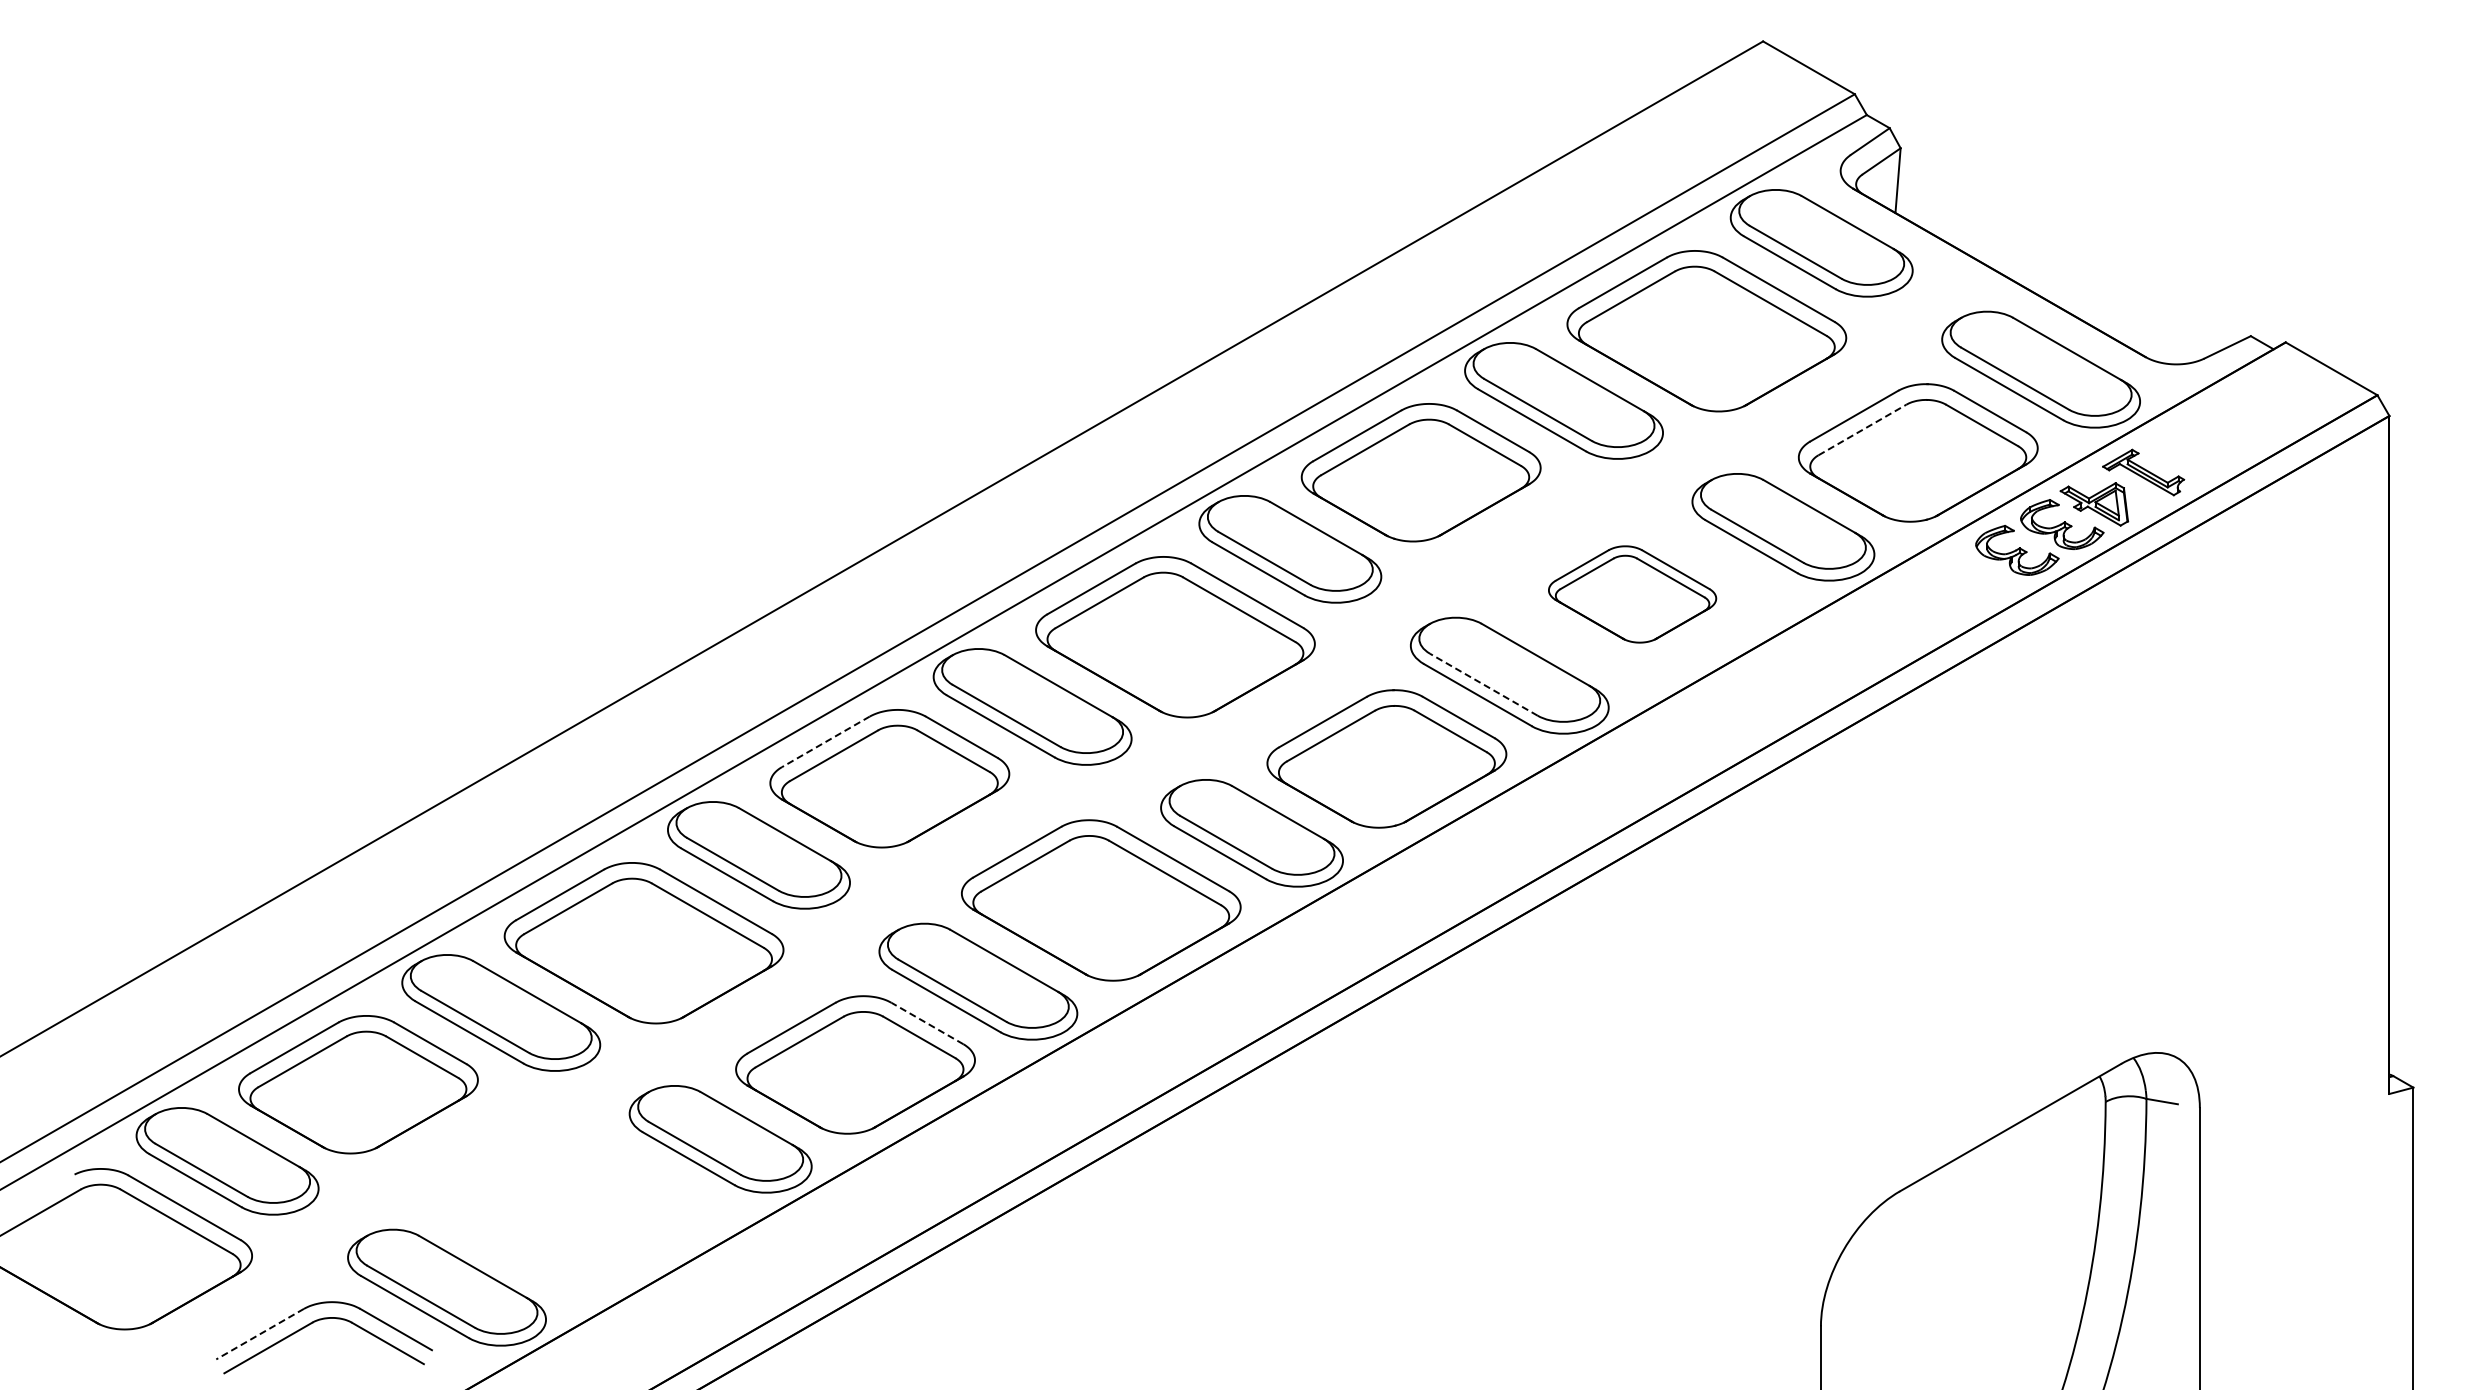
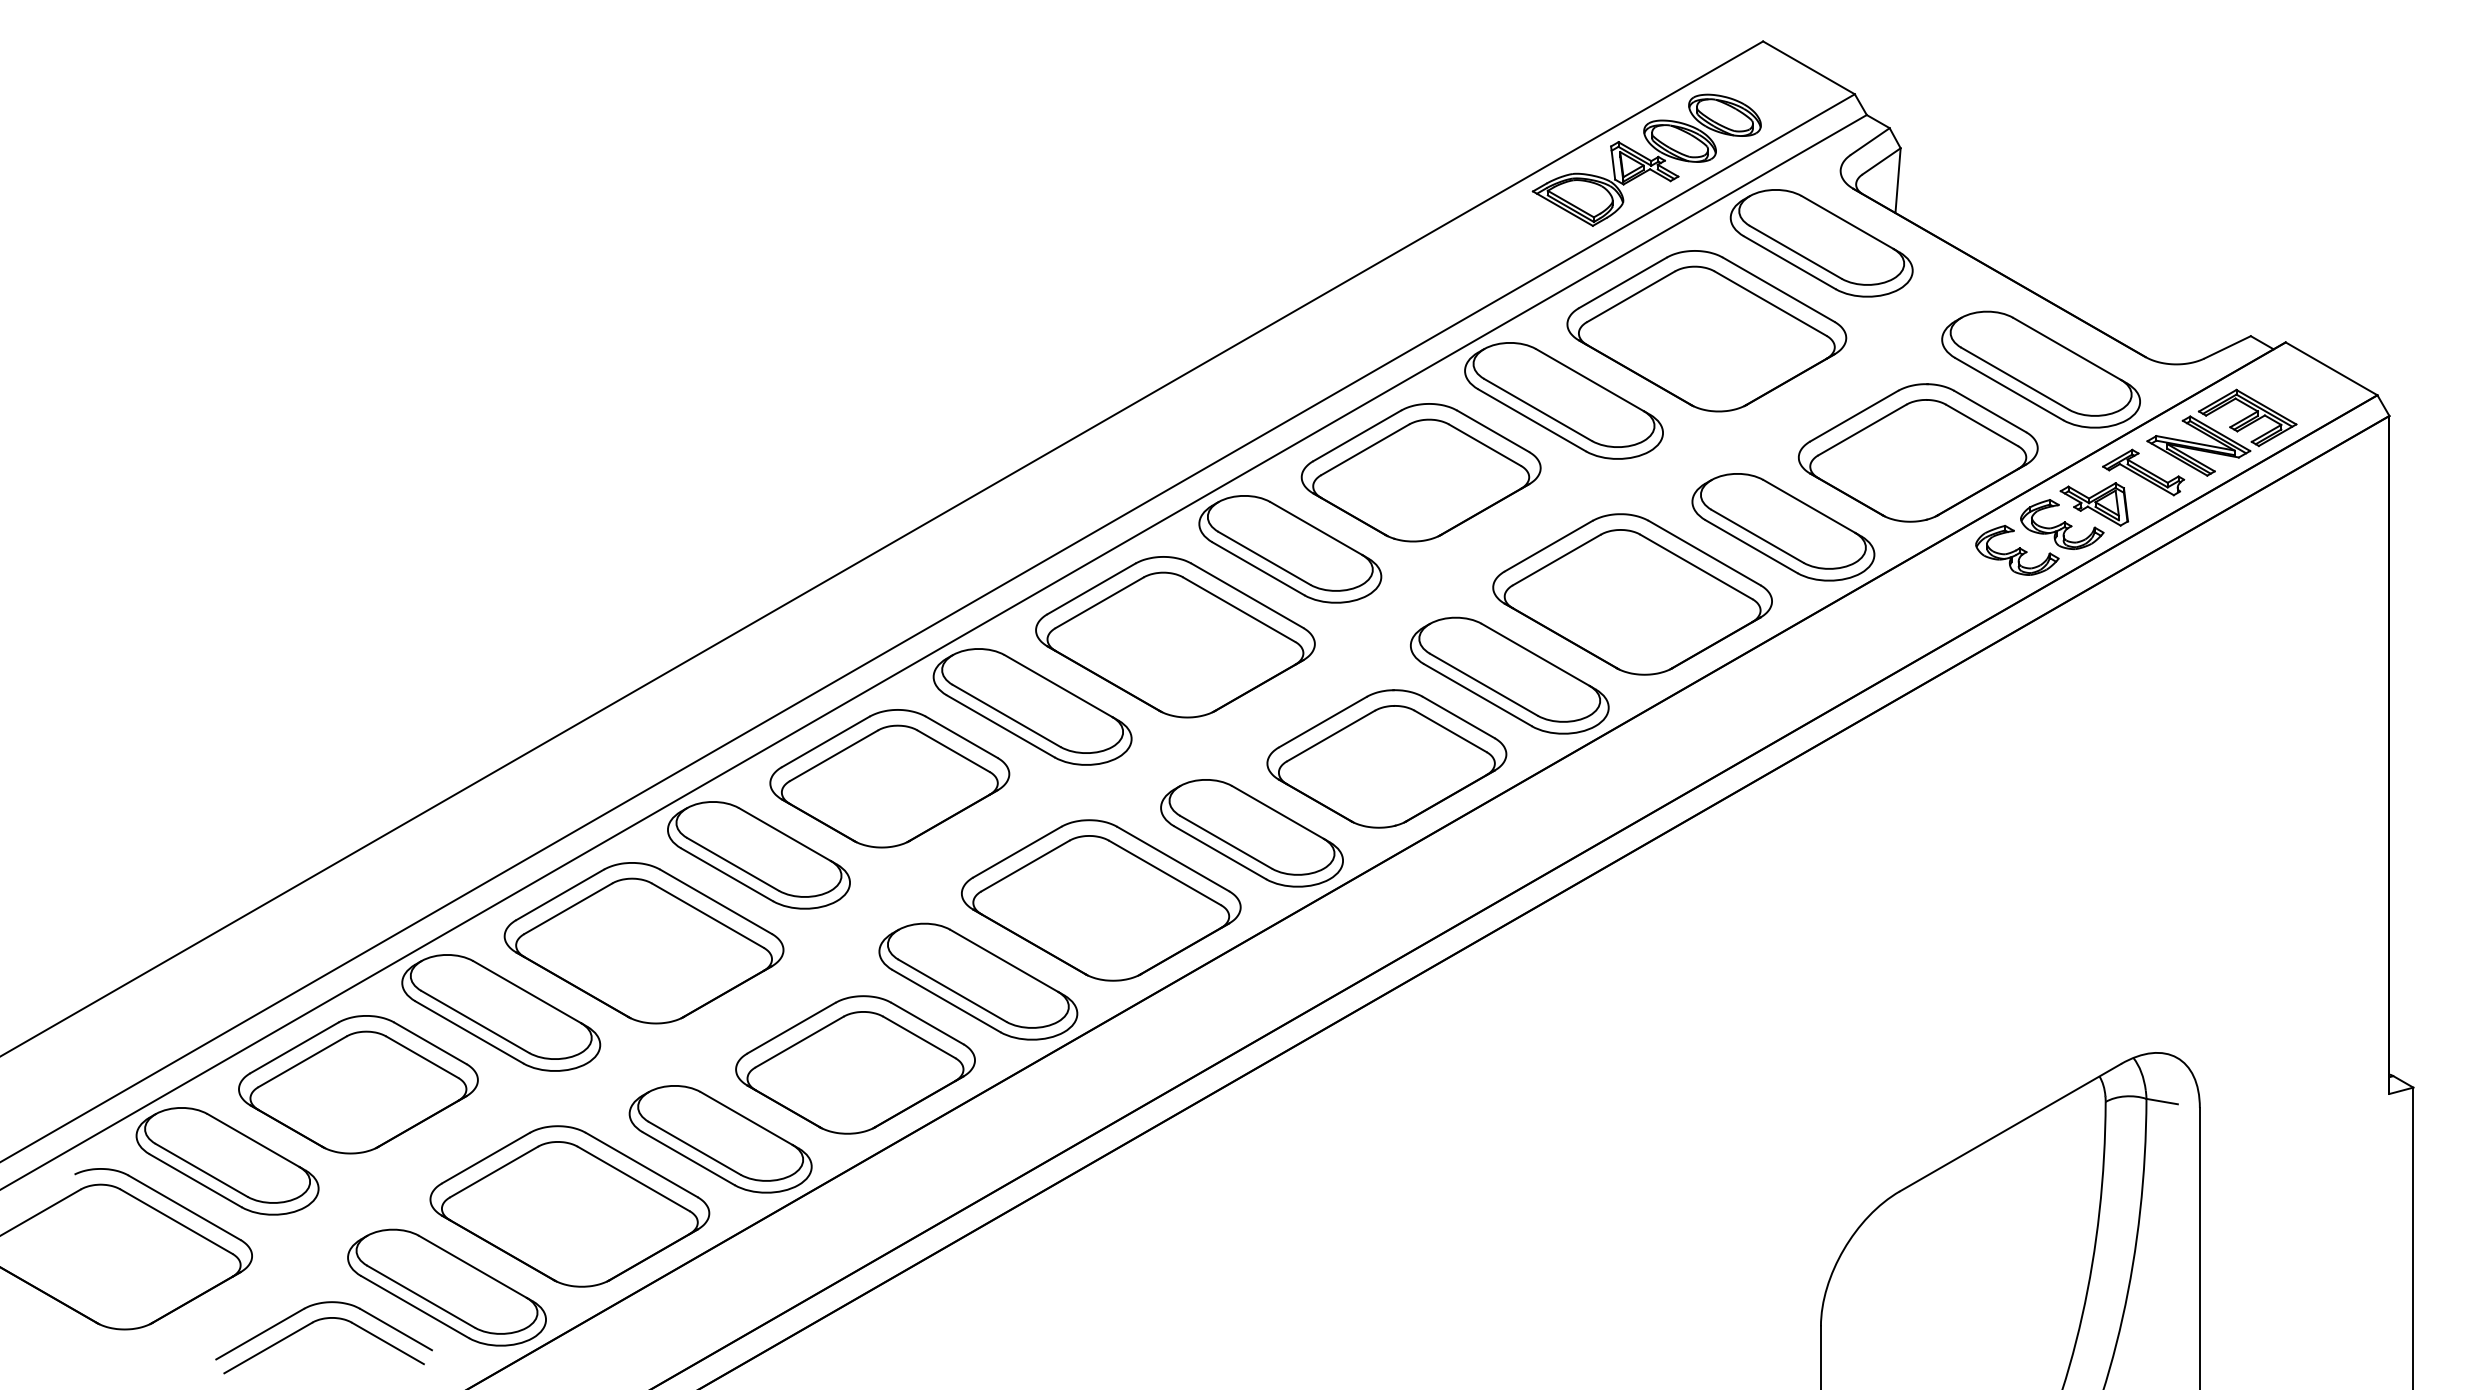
part at (1646, 159): none -> present
line at (1862, 430): dashed -> solid
part at (2221, 432): none -> present
part at (1632, 594) size: 170x99 px -> 281x163 px
line at (1483, 684): dashed -> solid
line at (825, 741): dashed -> solid
line at (927, 1023): dashed -> solid
part at (569, 1206): none -> present
line at (260, 1334): dashed -> solid
